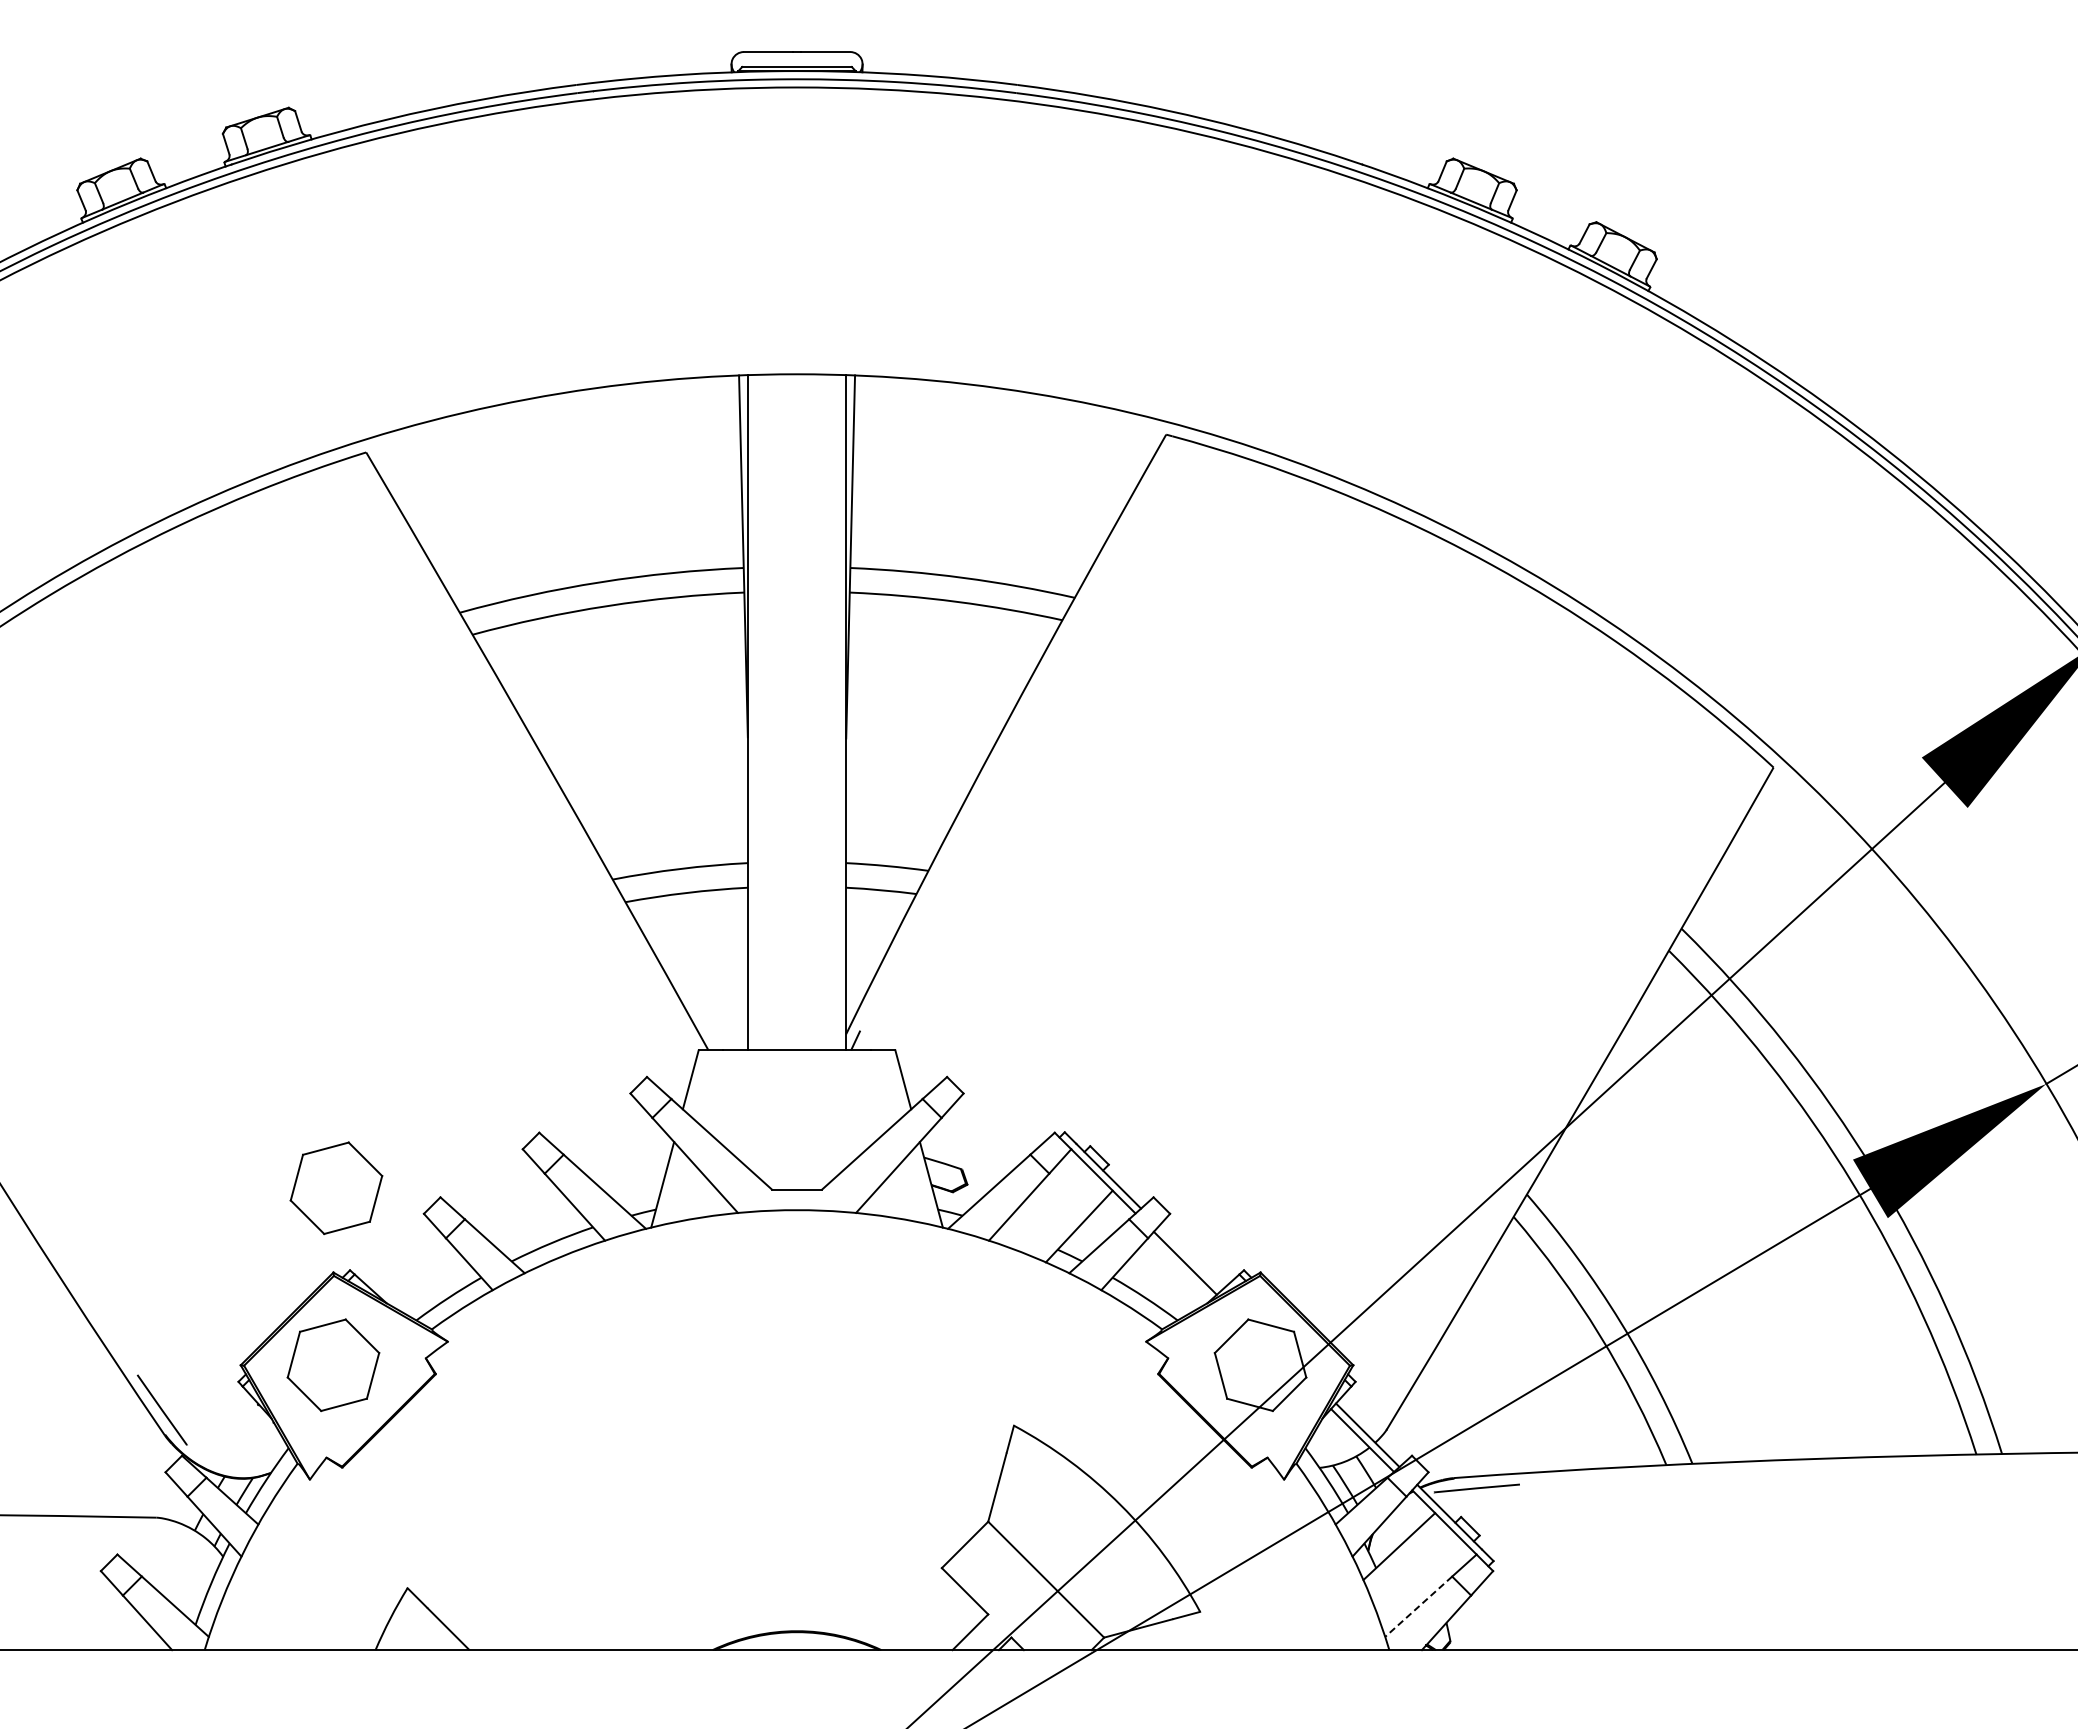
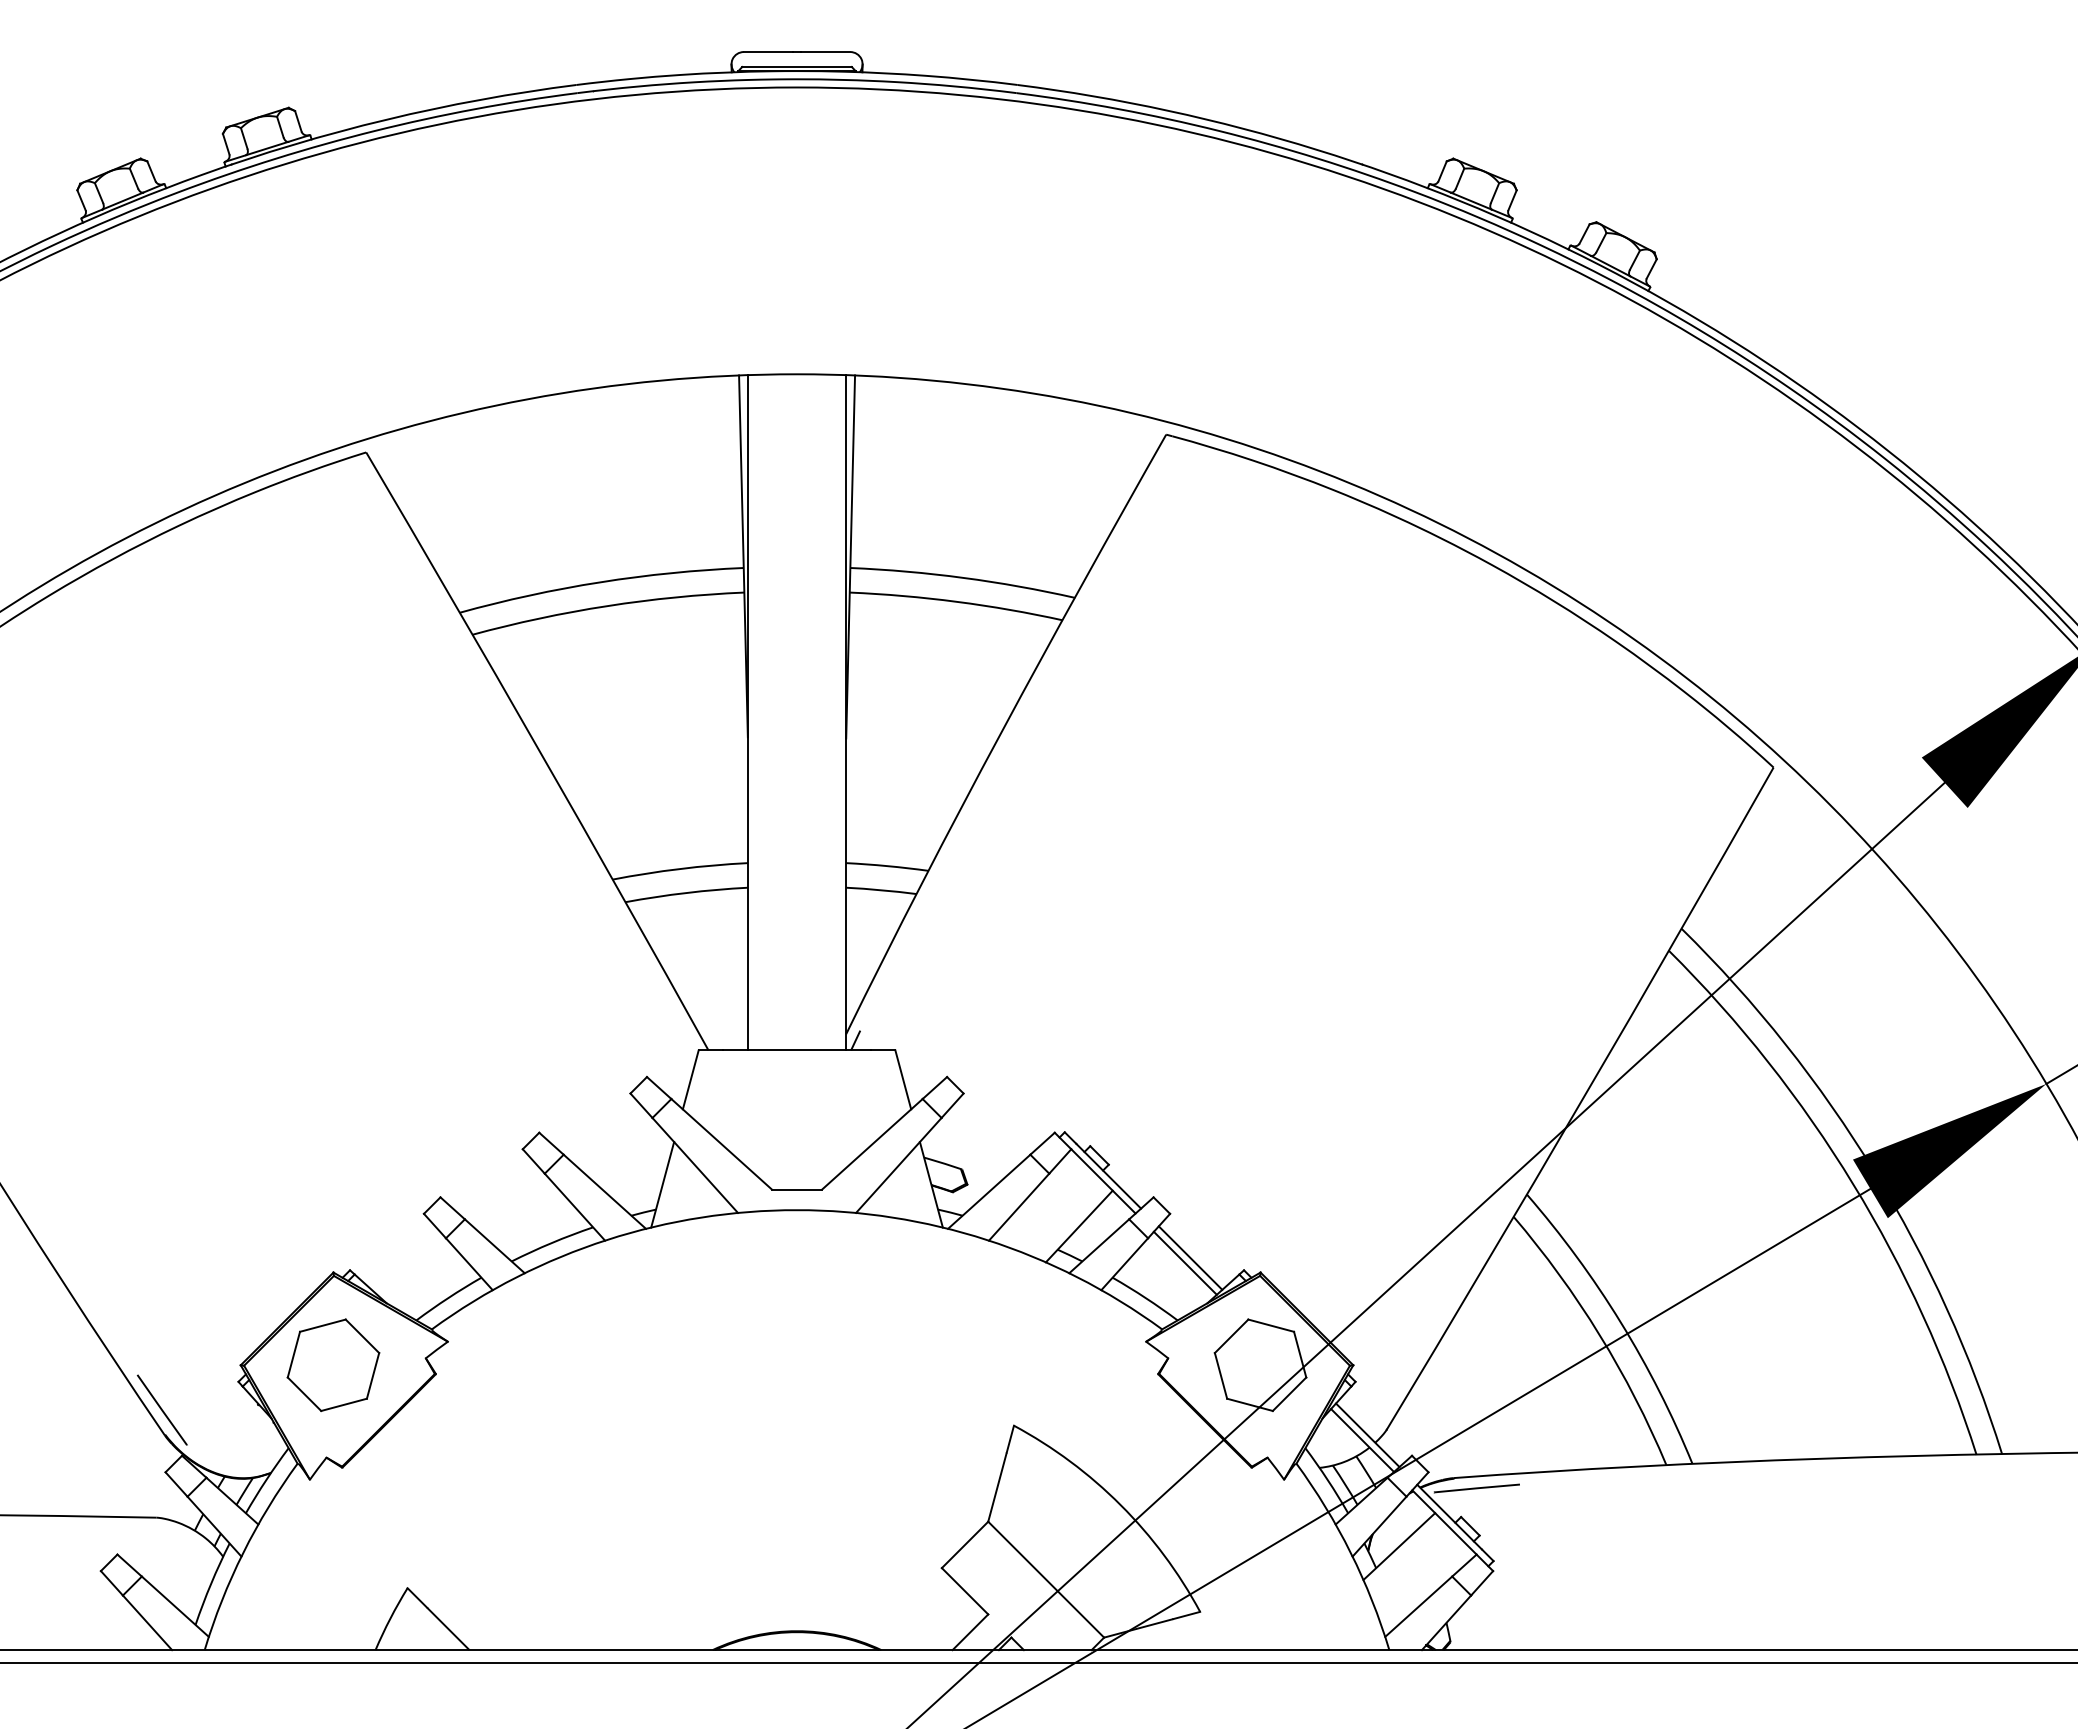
part at (336, 1187): present -> none
line at (1190, 1257): none -> present
line at (1418, 1607): dashed -> solid
line at (1038, 1663): none -> present
